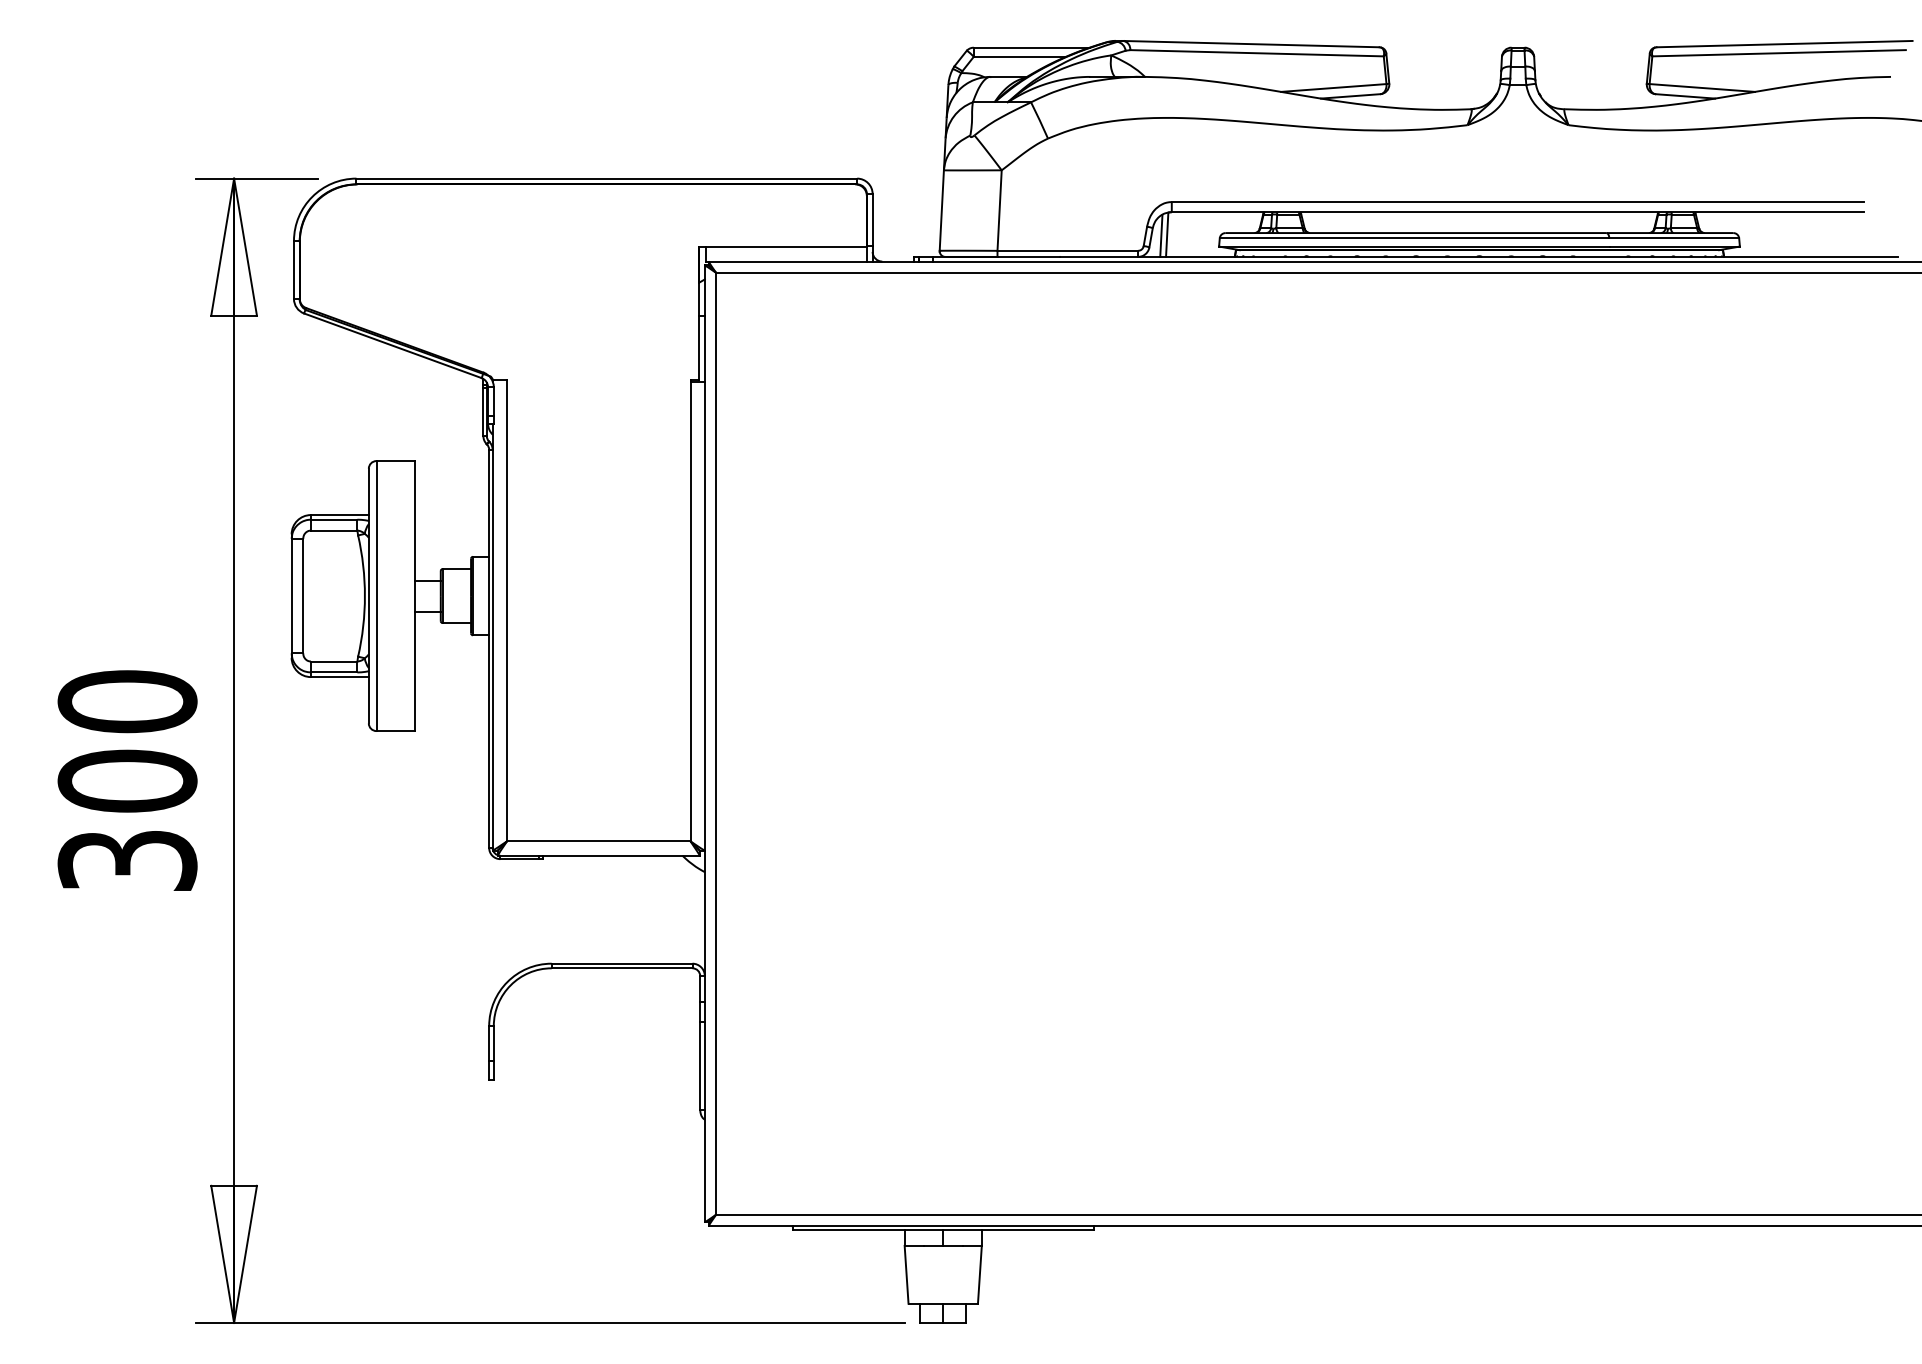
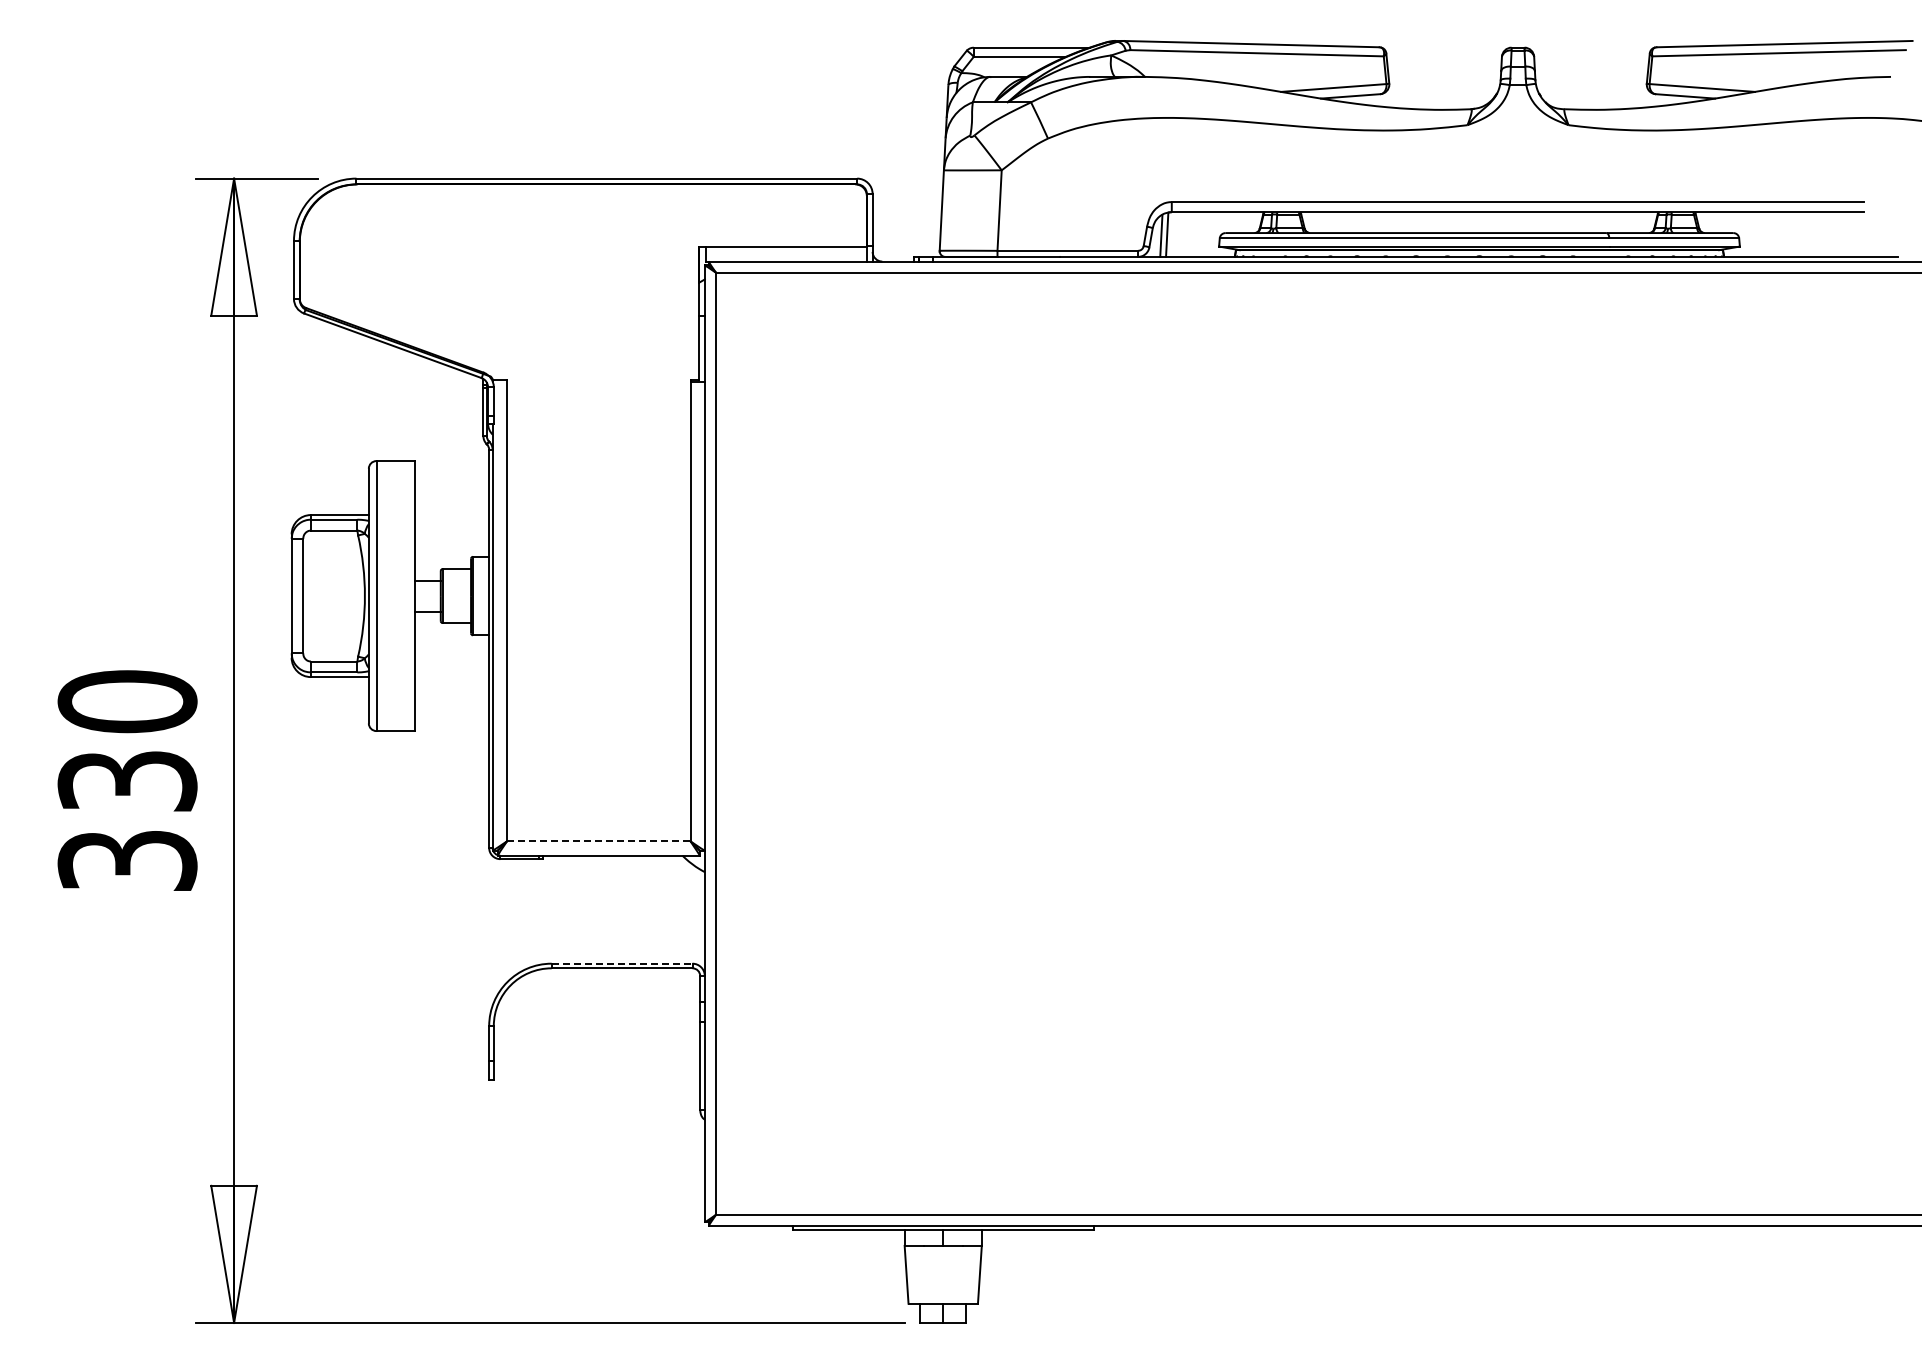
text at (127, 780): 300 -> 330
line at (598, 841): solid -> dashed
line at (622, 963): solid -> dashed
